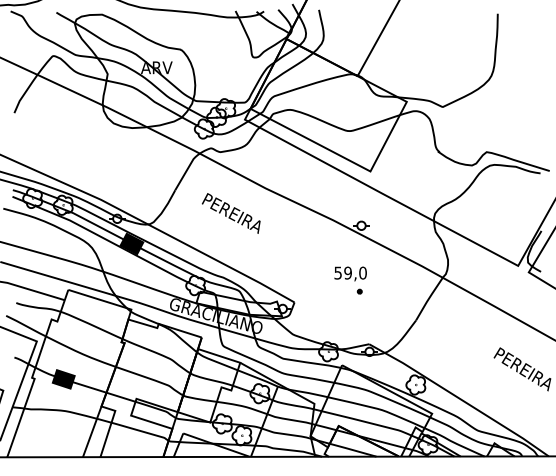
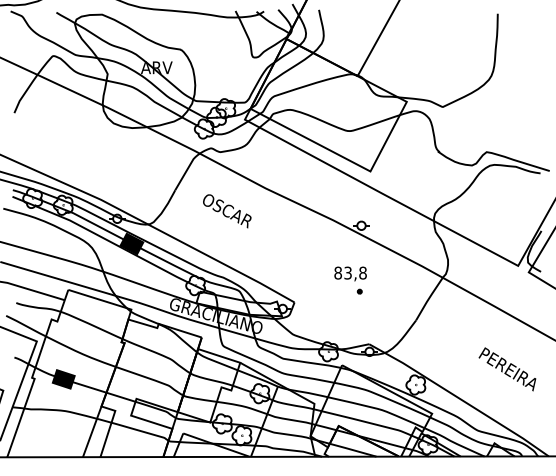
text at (230, 213): PEREIRA -> OSCAR
text at (350, 272): 59,0 -> 83,8
text at (522, 369) position: (522, 369) -> (507, 369)
